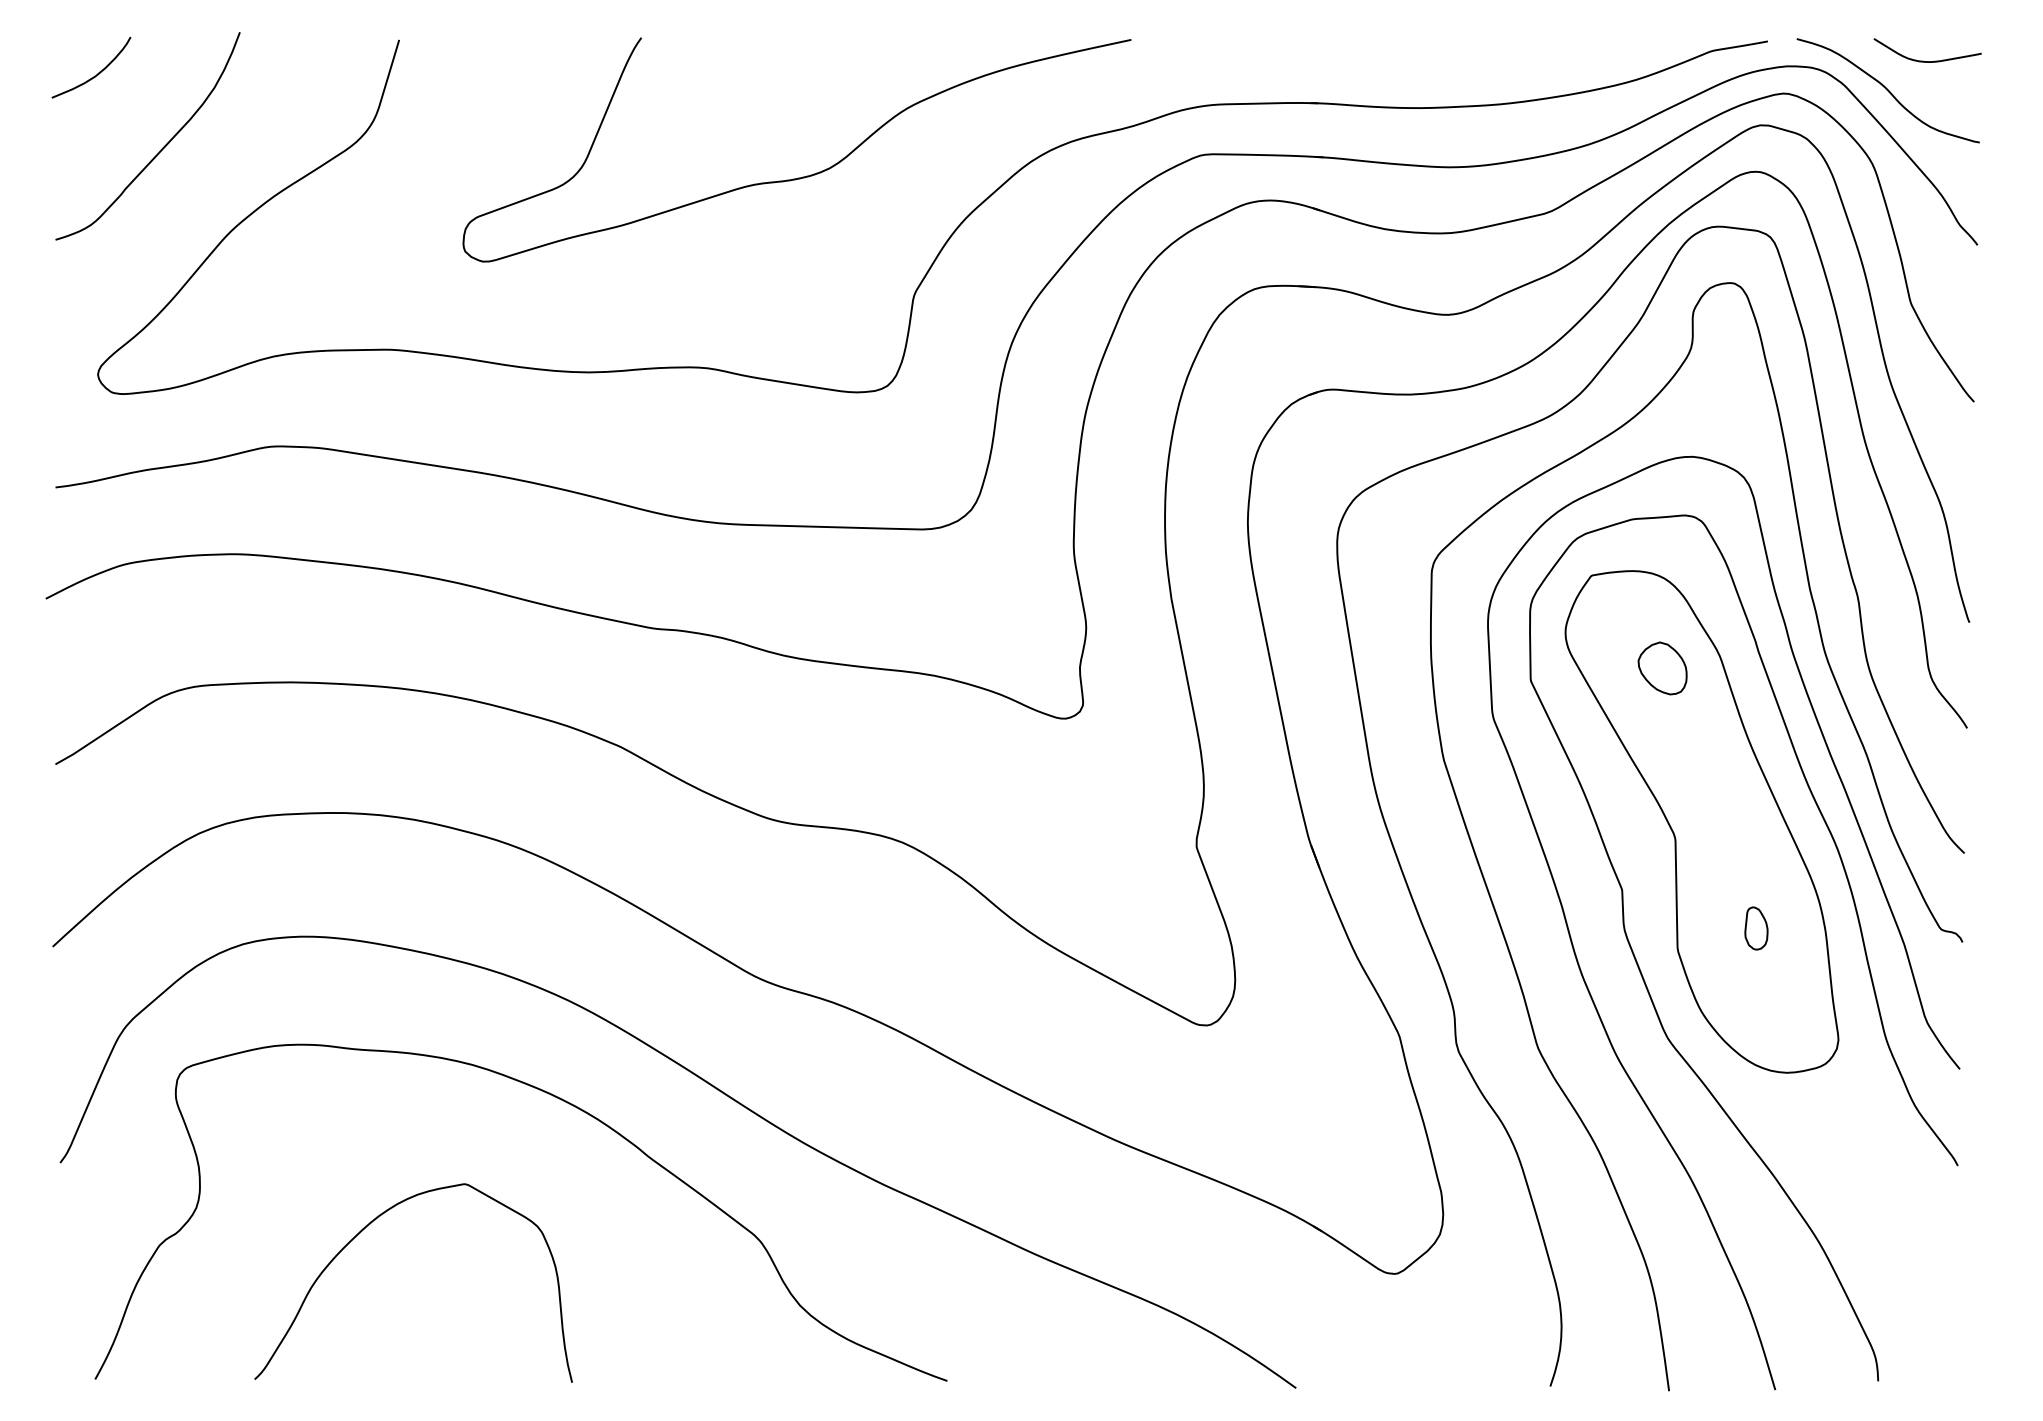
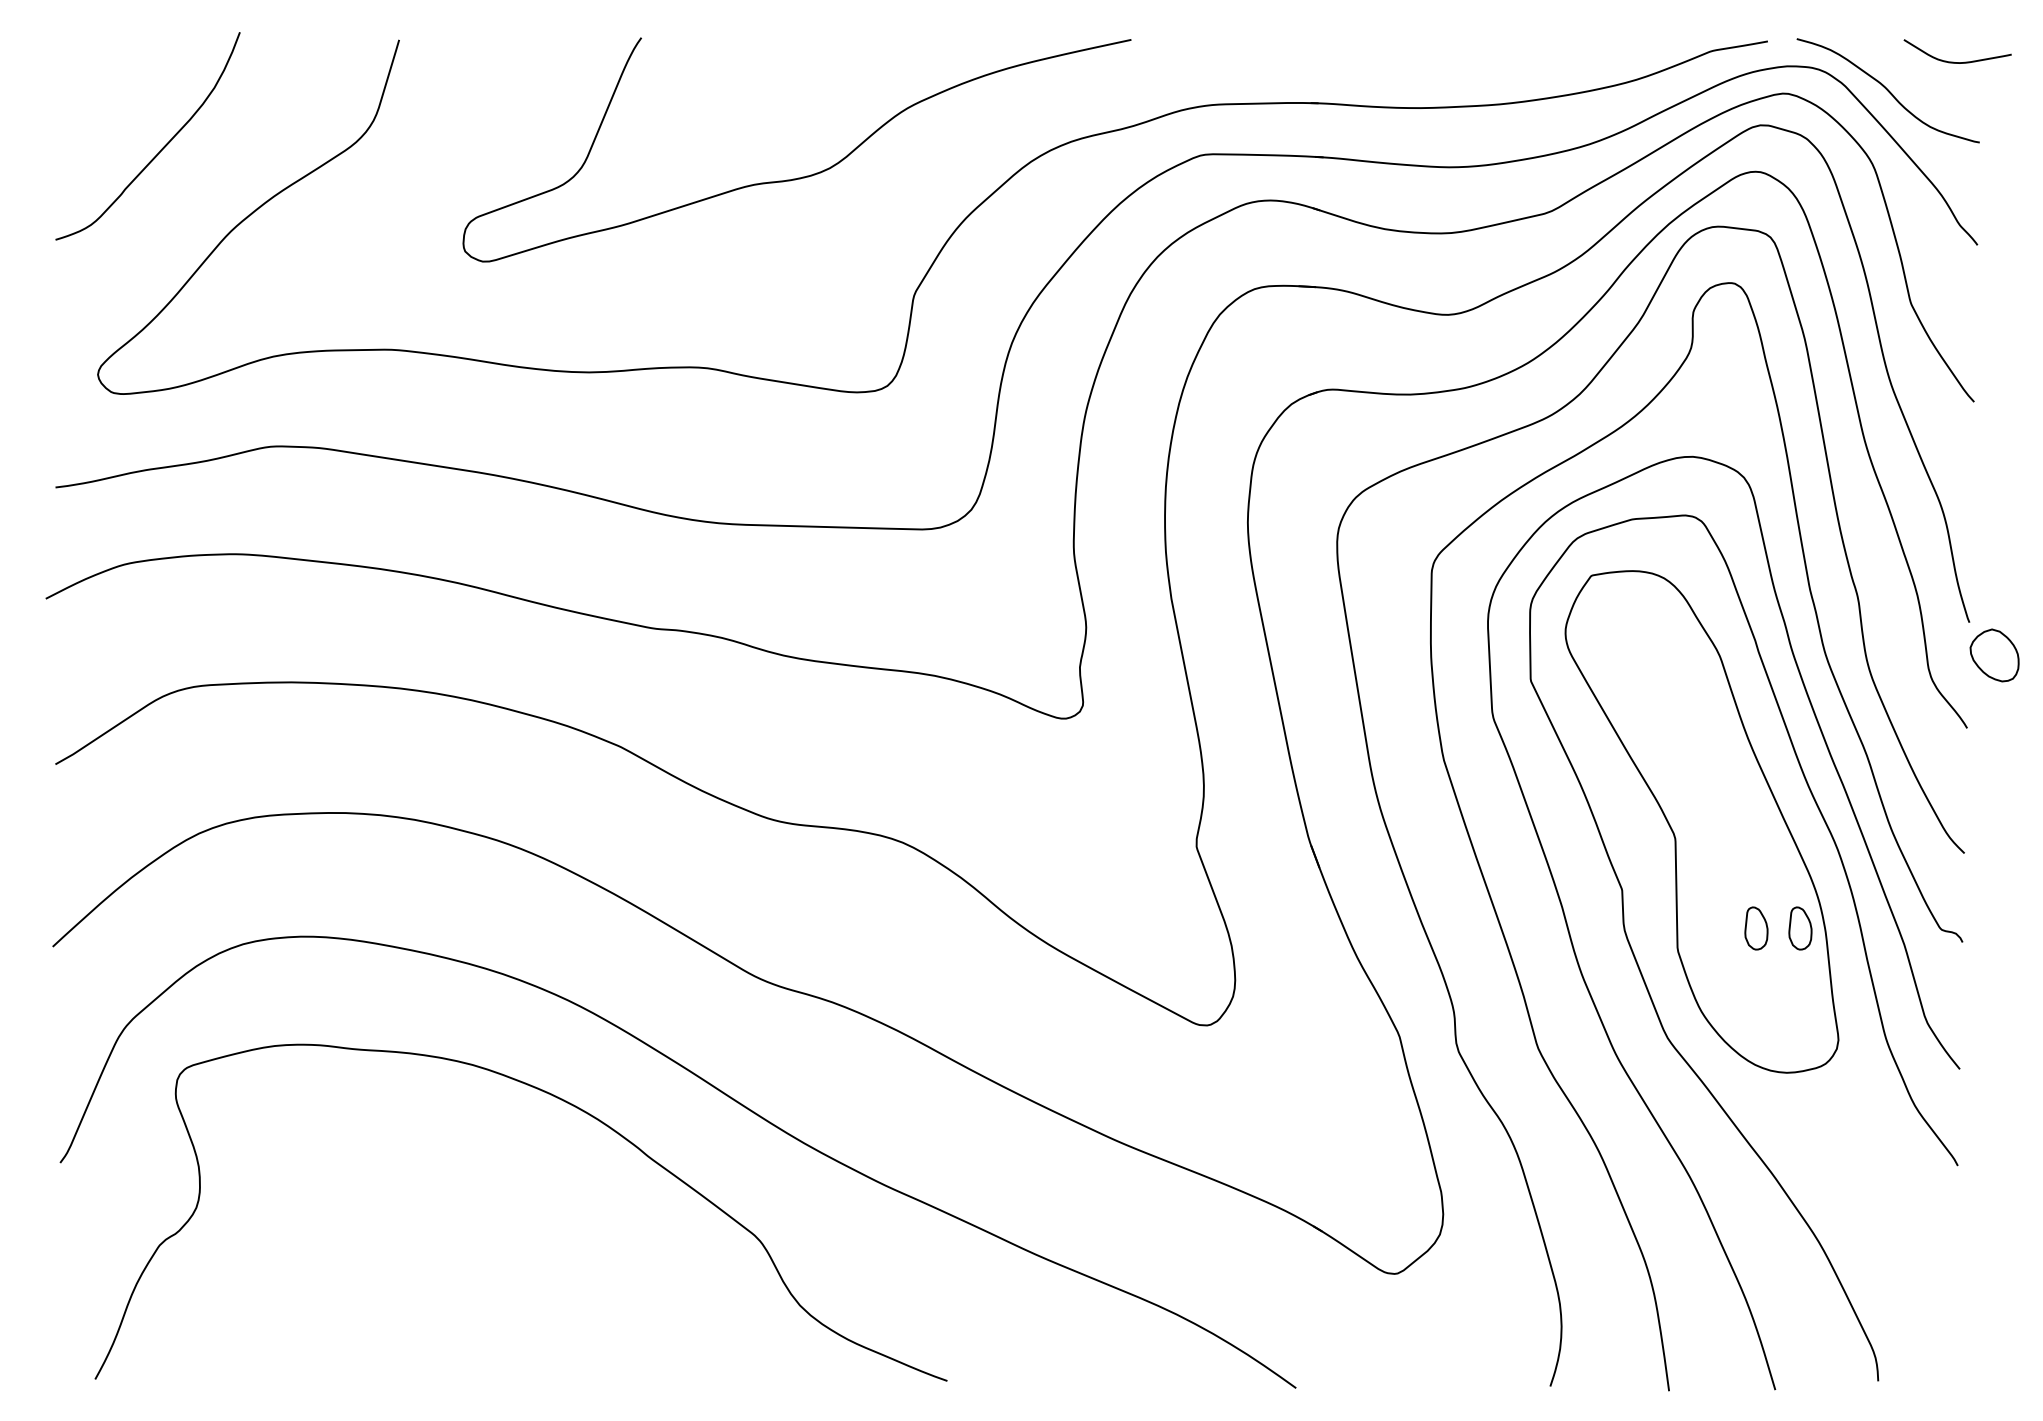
curve at (1923, 60) position: (1923, 60) -> (1953, 61)
curve at (97, 73): present -> none
part at (1662, 668) position: (1662, 668) -> (1994, 655)
part at (1800, 928): none -> present
curve at (369, 1225): present -> none
